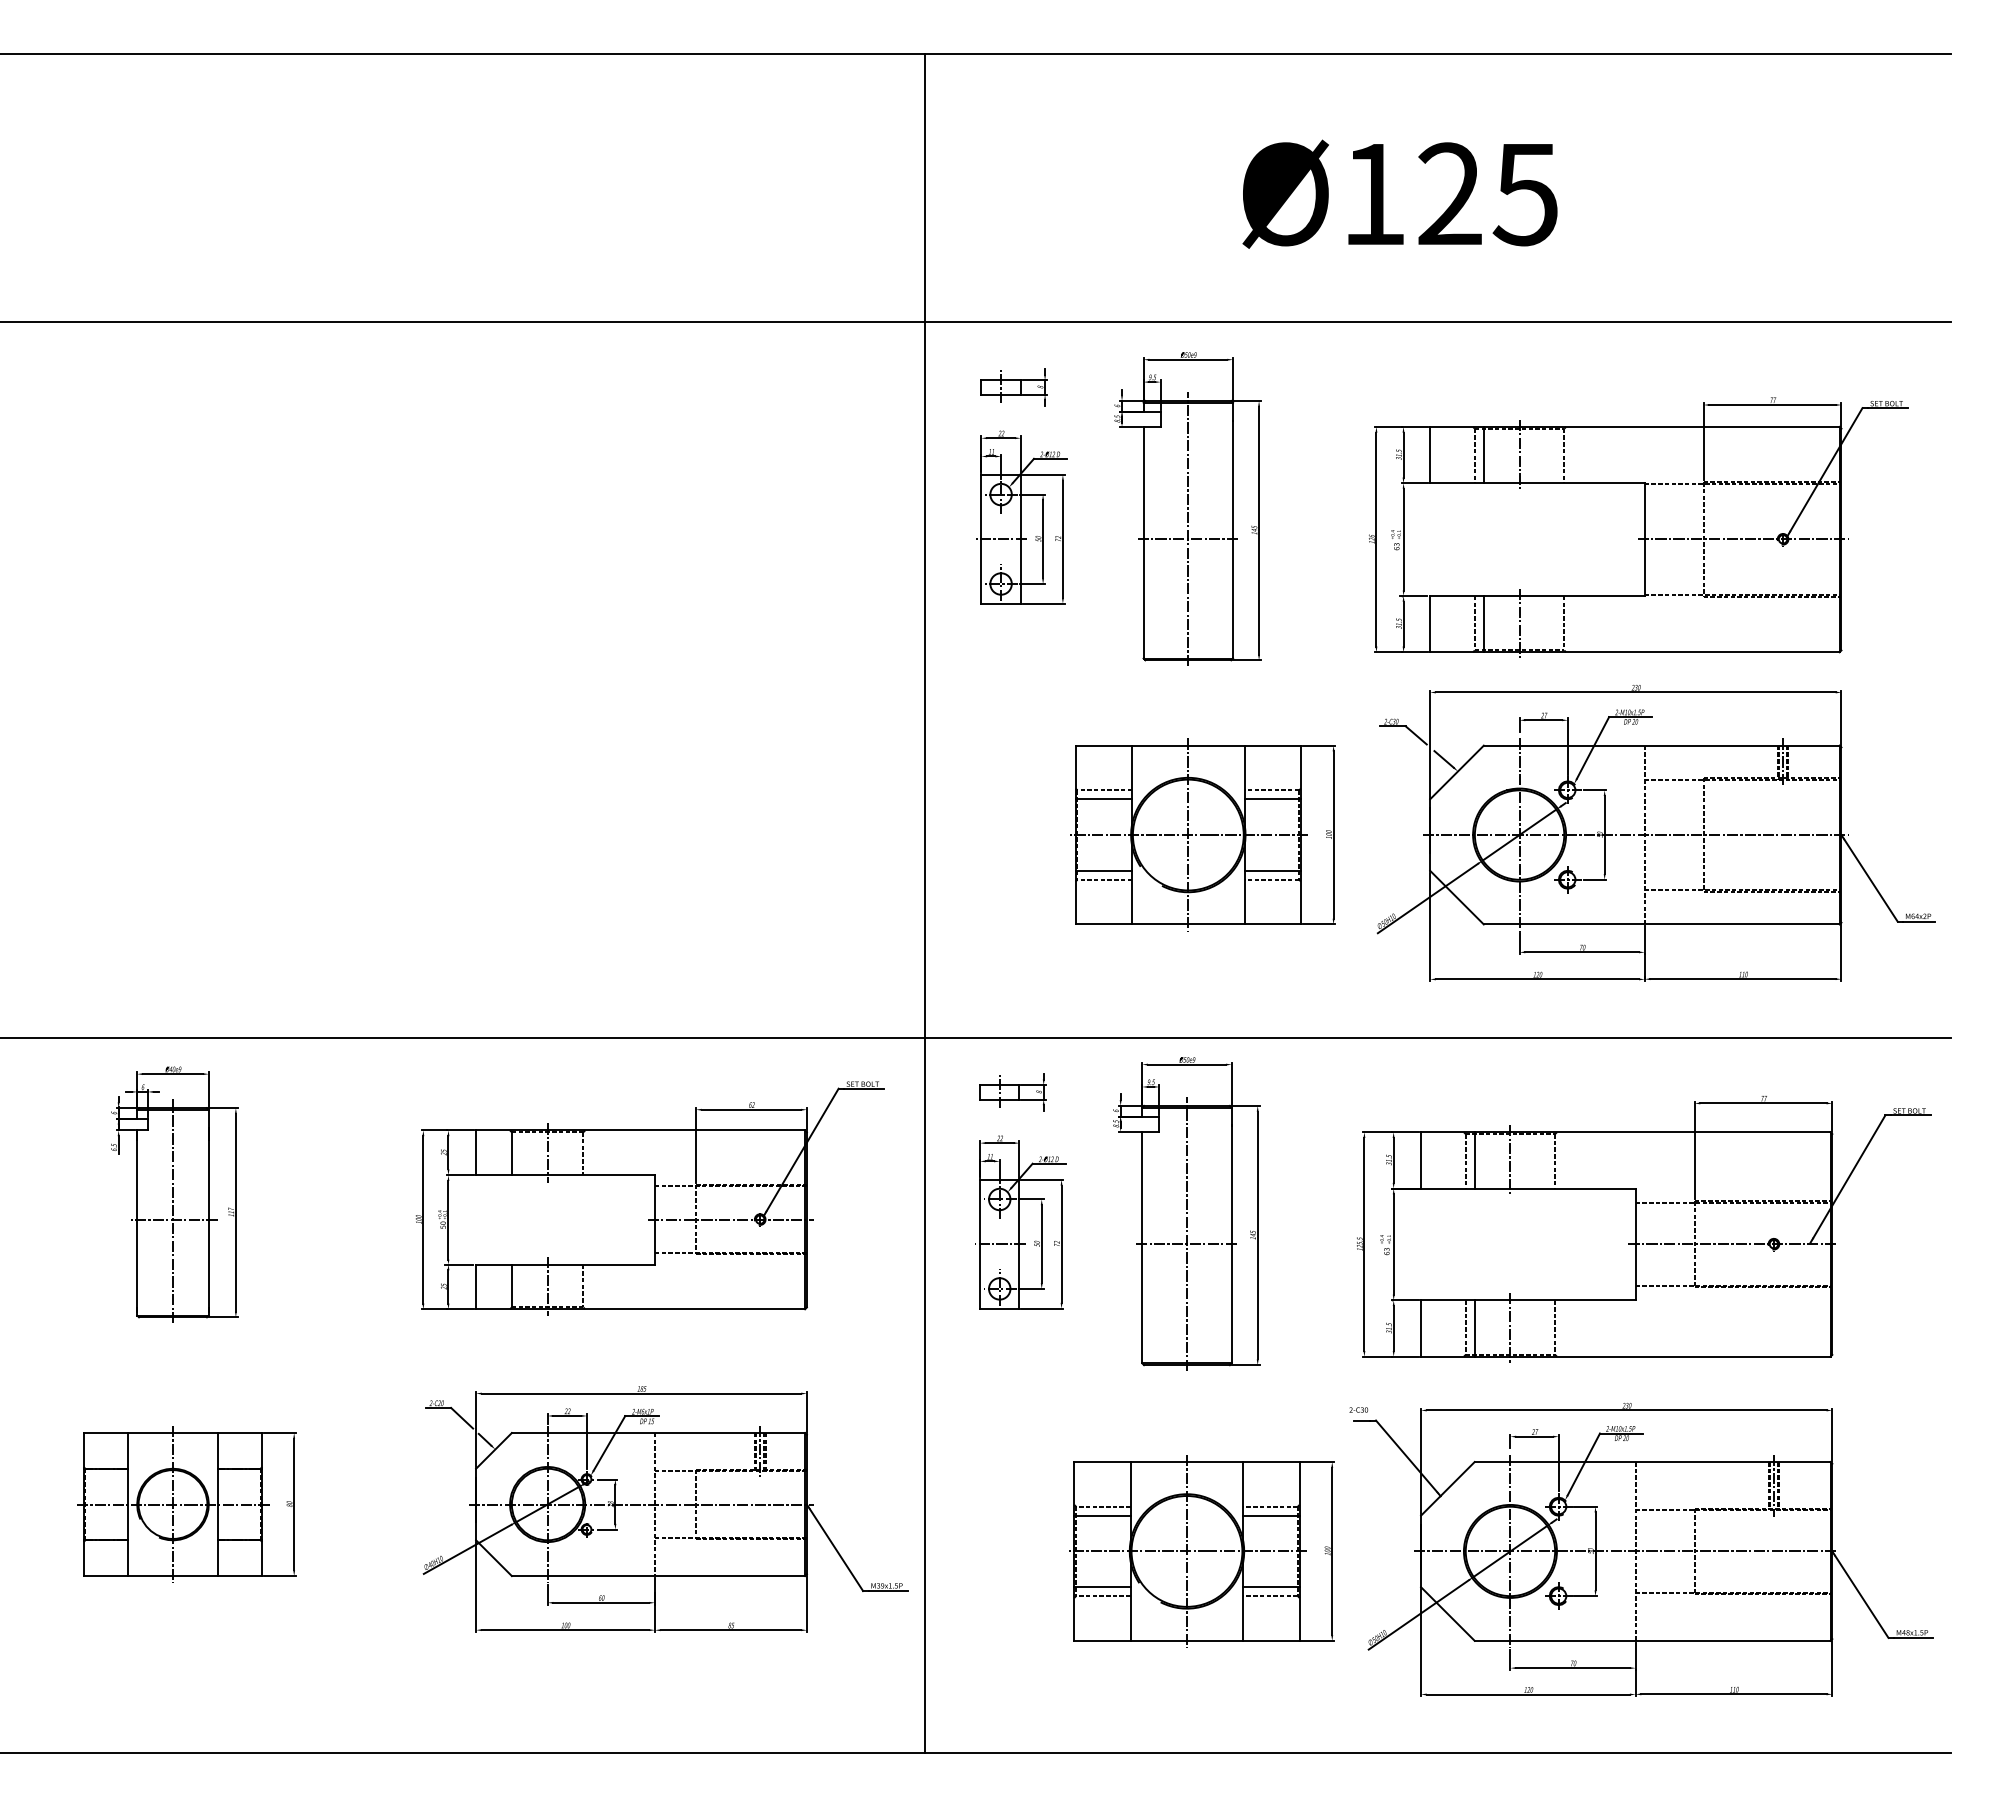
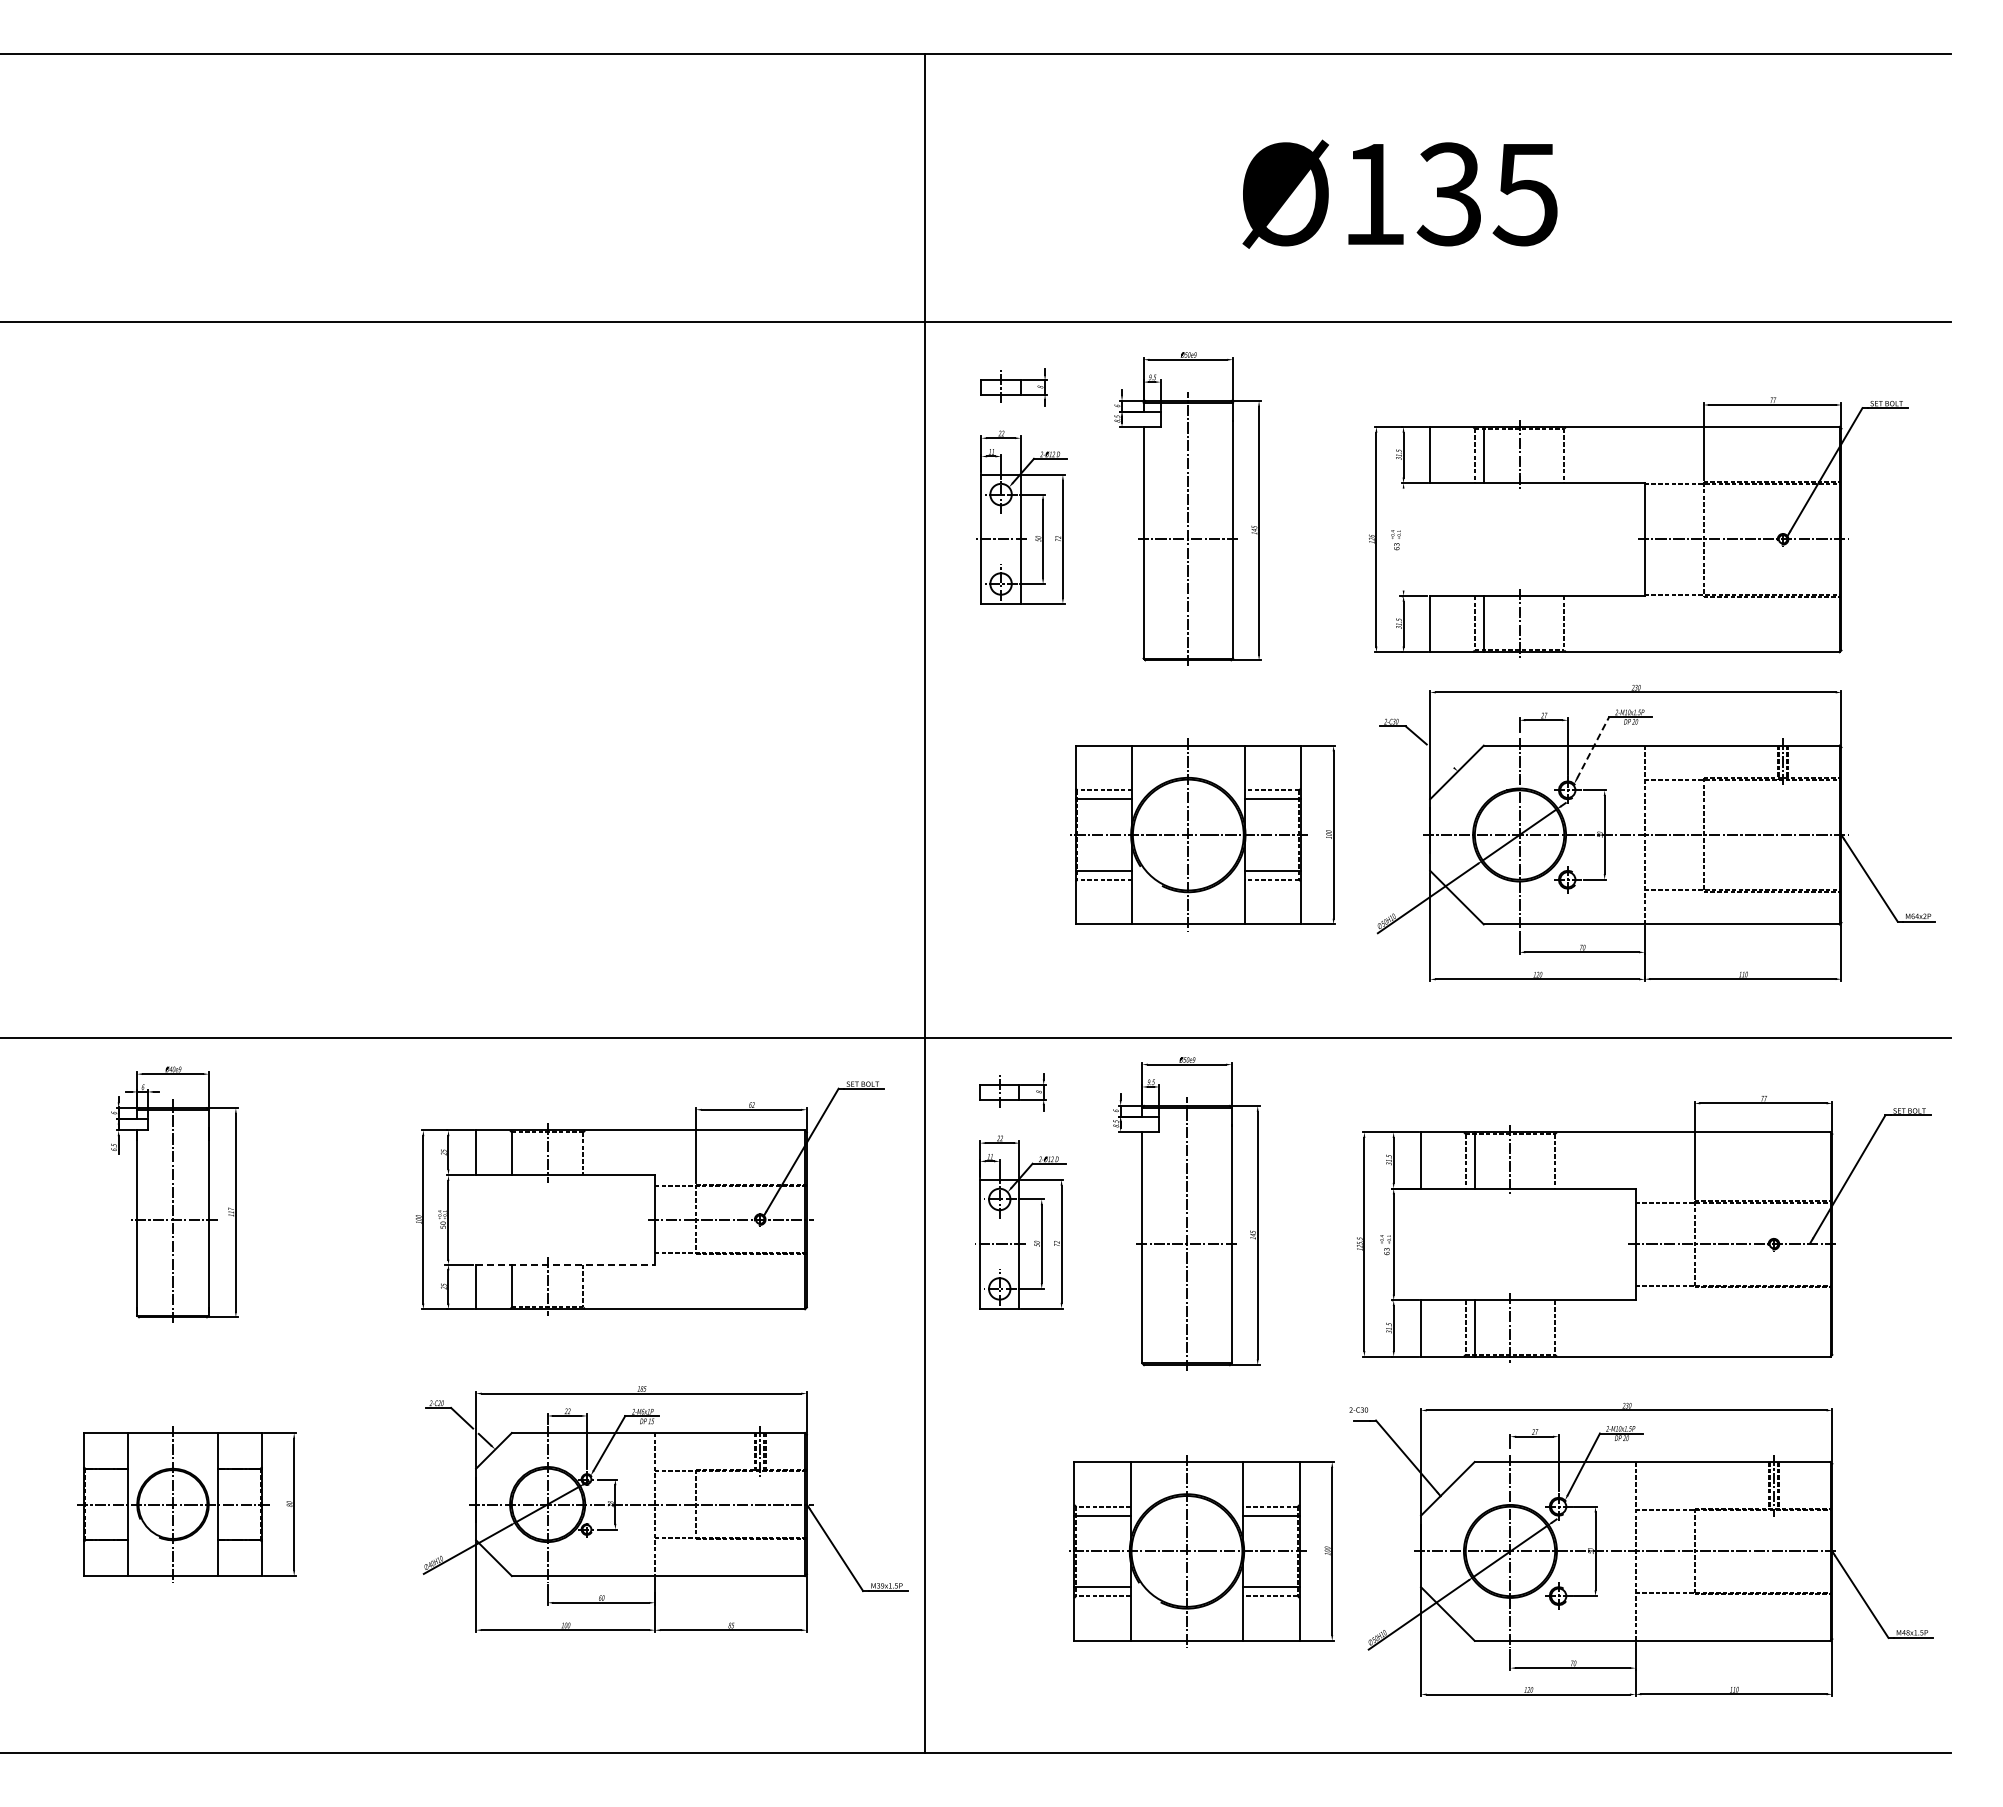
text at (1448, 194): Ø125 -> Ø135
line at (1403, 539): present -> none
line at (1592, 748): solid -> dashed
line at (1443, 759): present -> none
line at (566, 1264): solid -> dashed
